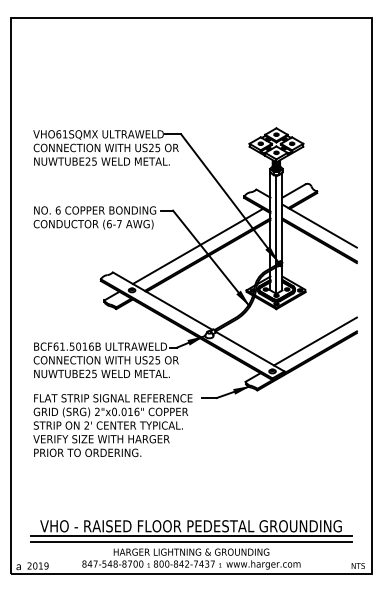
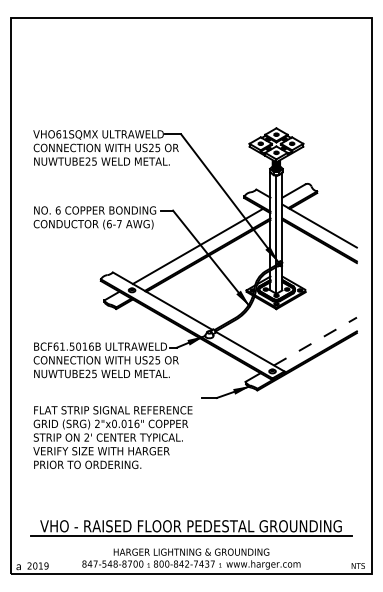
line at (315, 341): solid -> dashed
text at (112, 425) position: (112, 425) -> (112, 437)
line at (191, 541): present -> none
